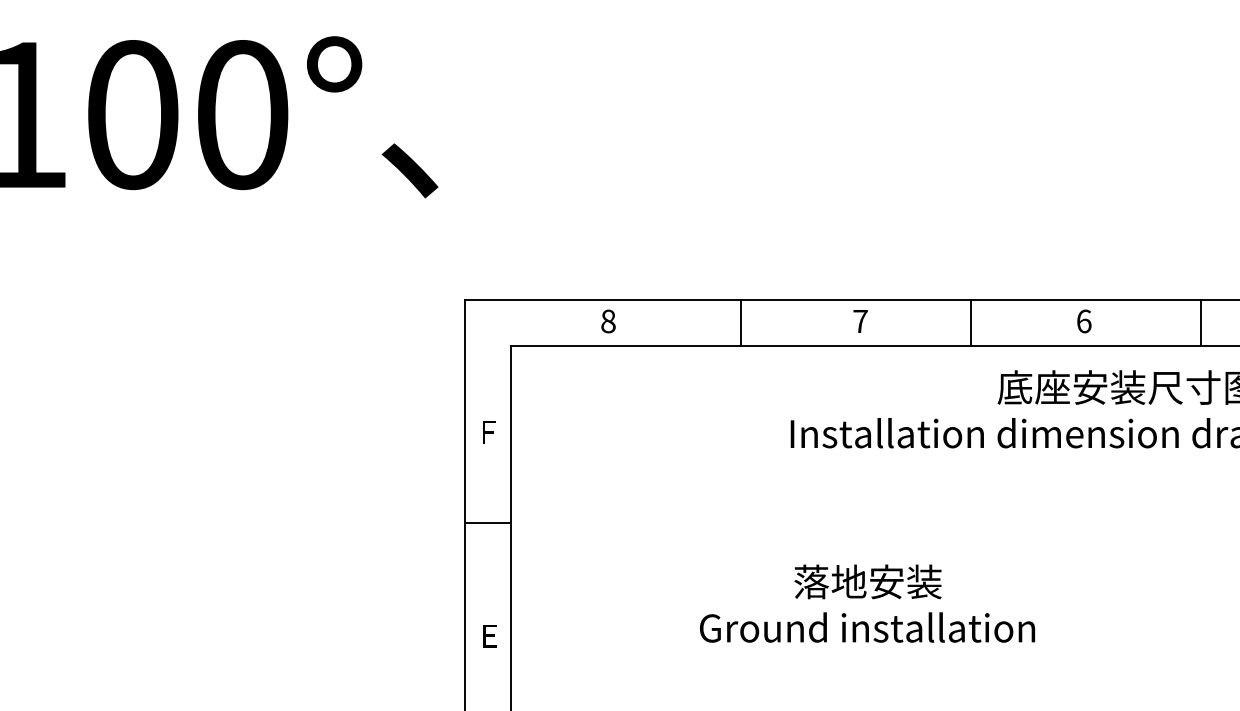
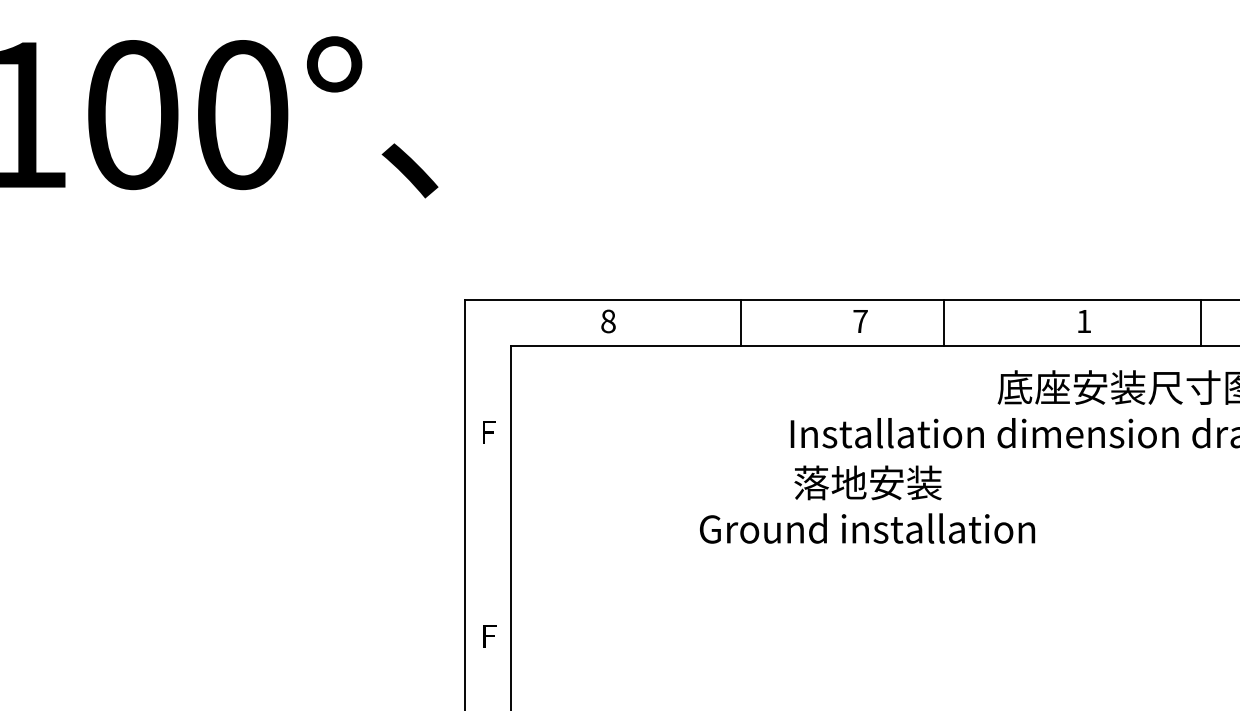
text at (1084, 321): 6 -> 1
line at (971, 322) position: (971, 322) -> (944, 322)
line at (487, 522): present -> none
text at (867, 603) position: (867, 603) -> (867, 504)
text at (491, 640): E -> F
